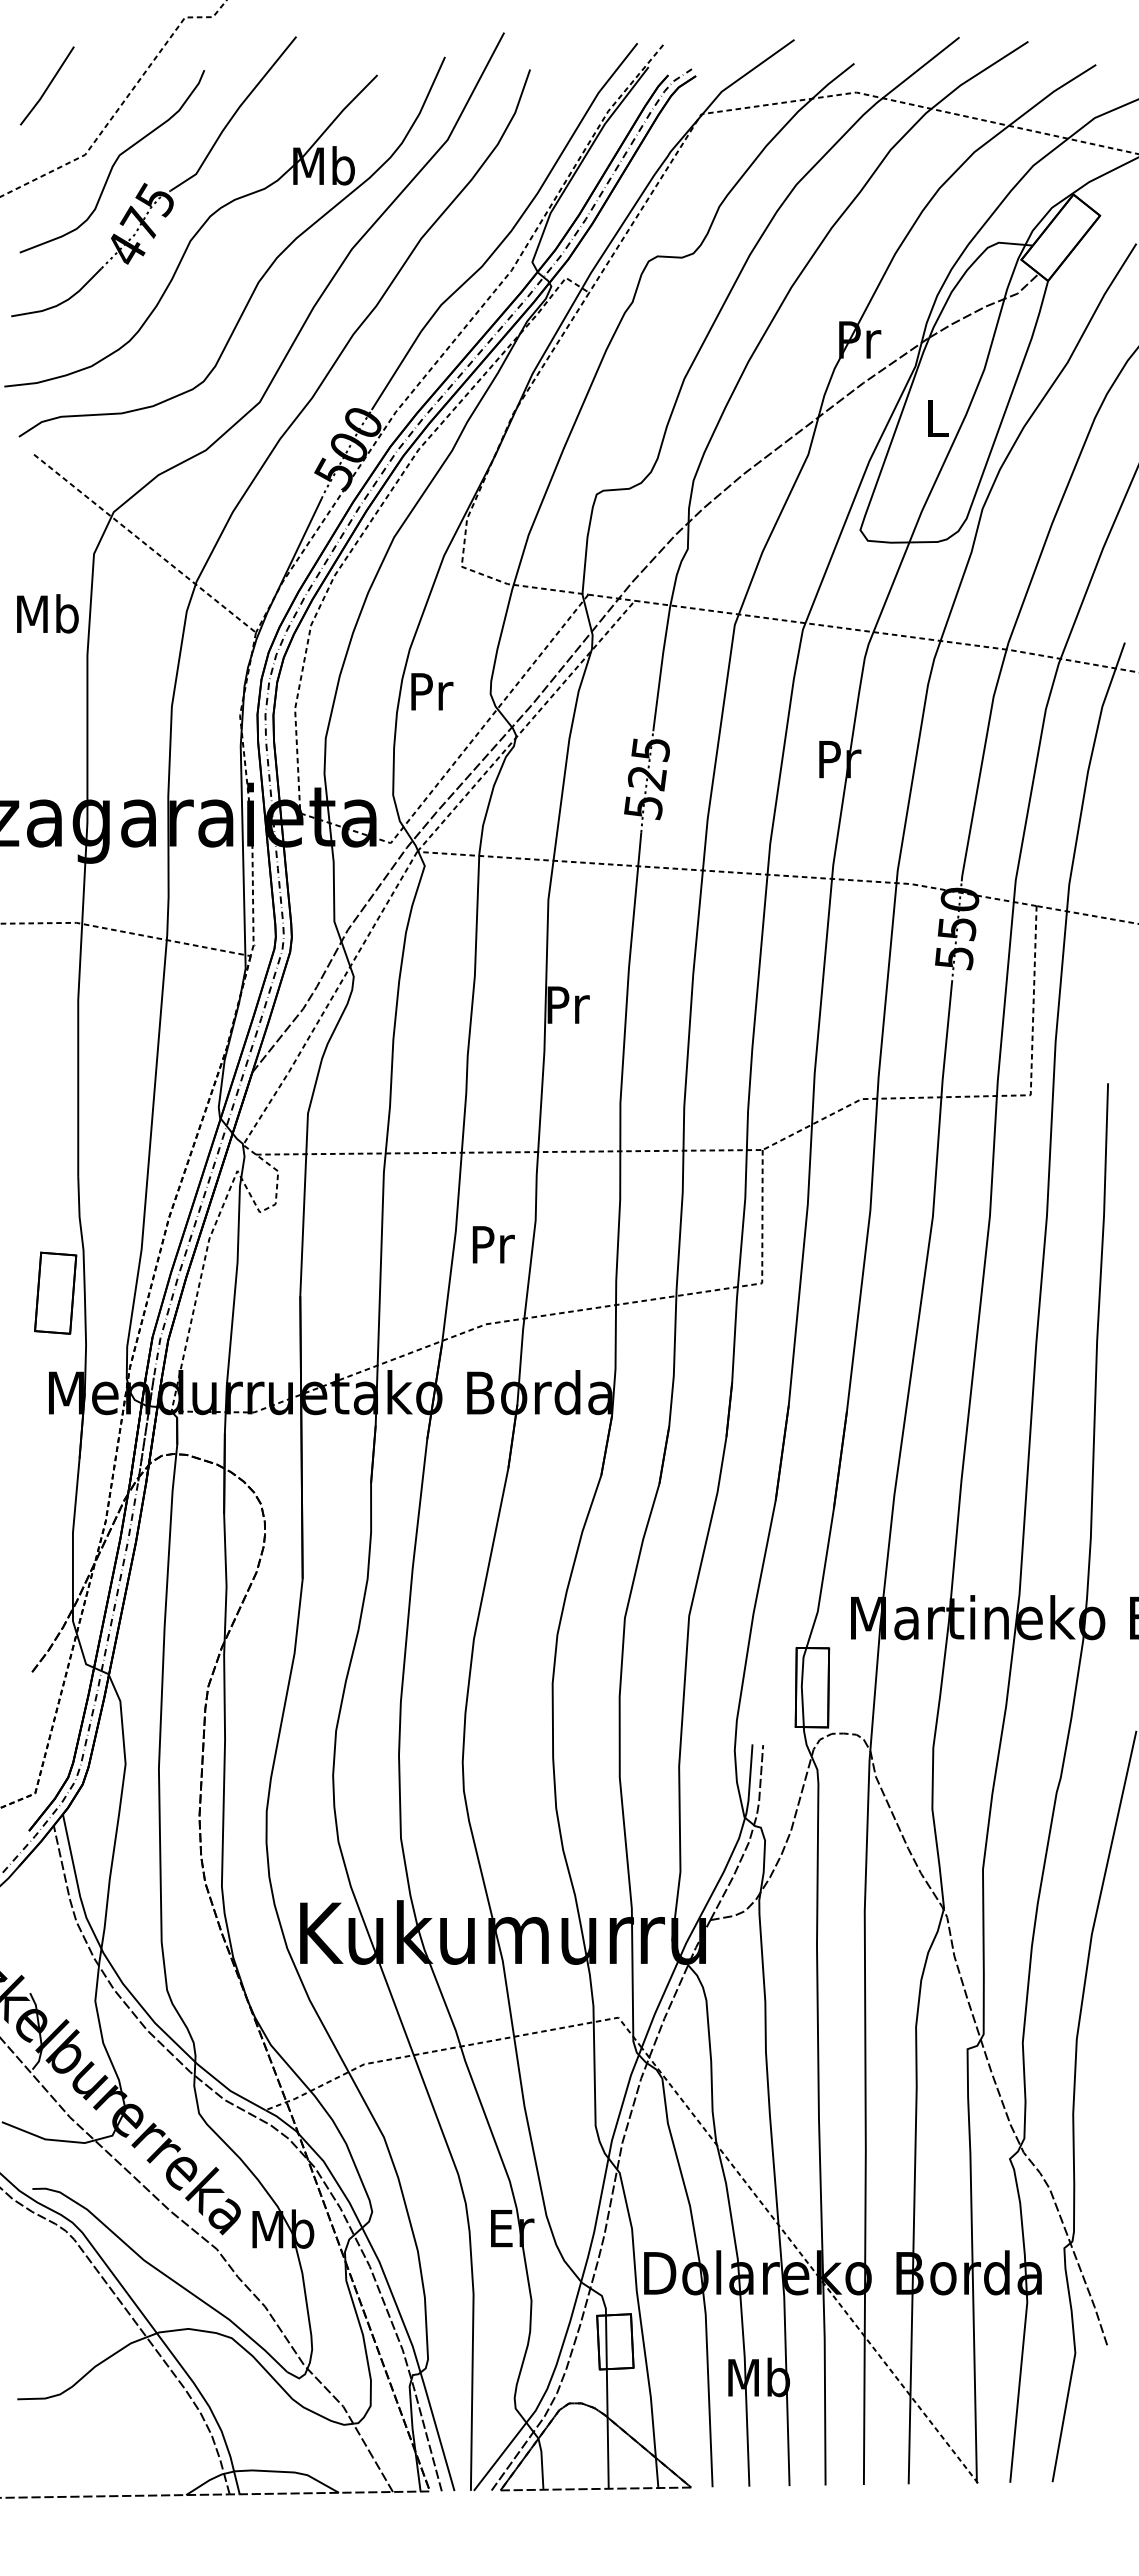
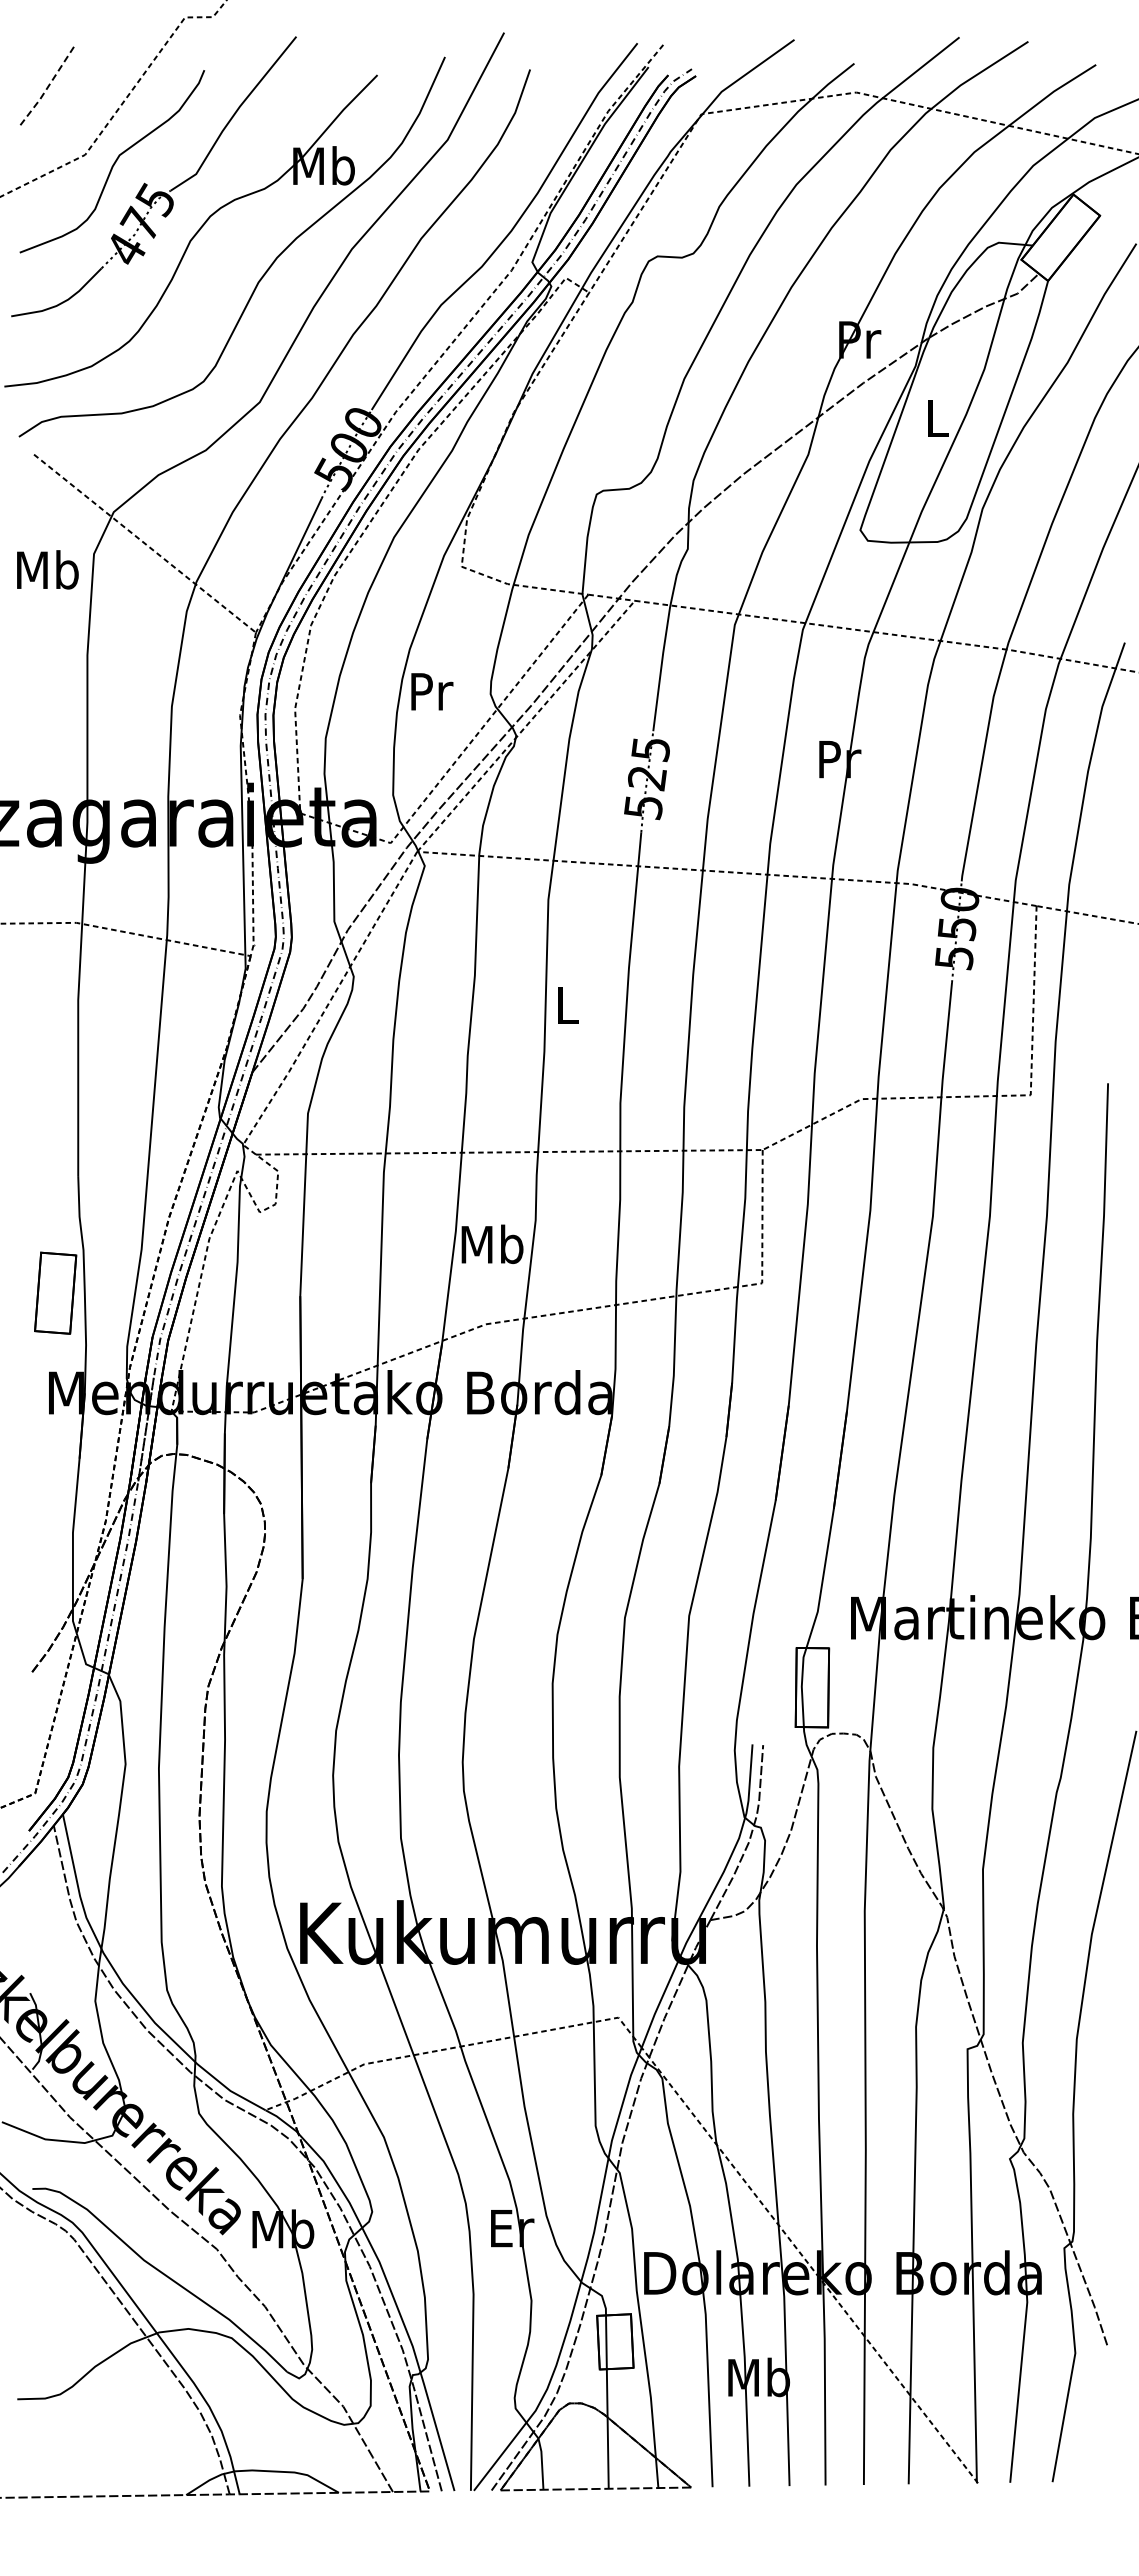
line at (48, 86): solid -> dashed
text at (47, 613) position: (47, 613) -> (47, 569)
text at (568, 1004): Pr -> L
text at (492, 1244): Pr -> Mb
